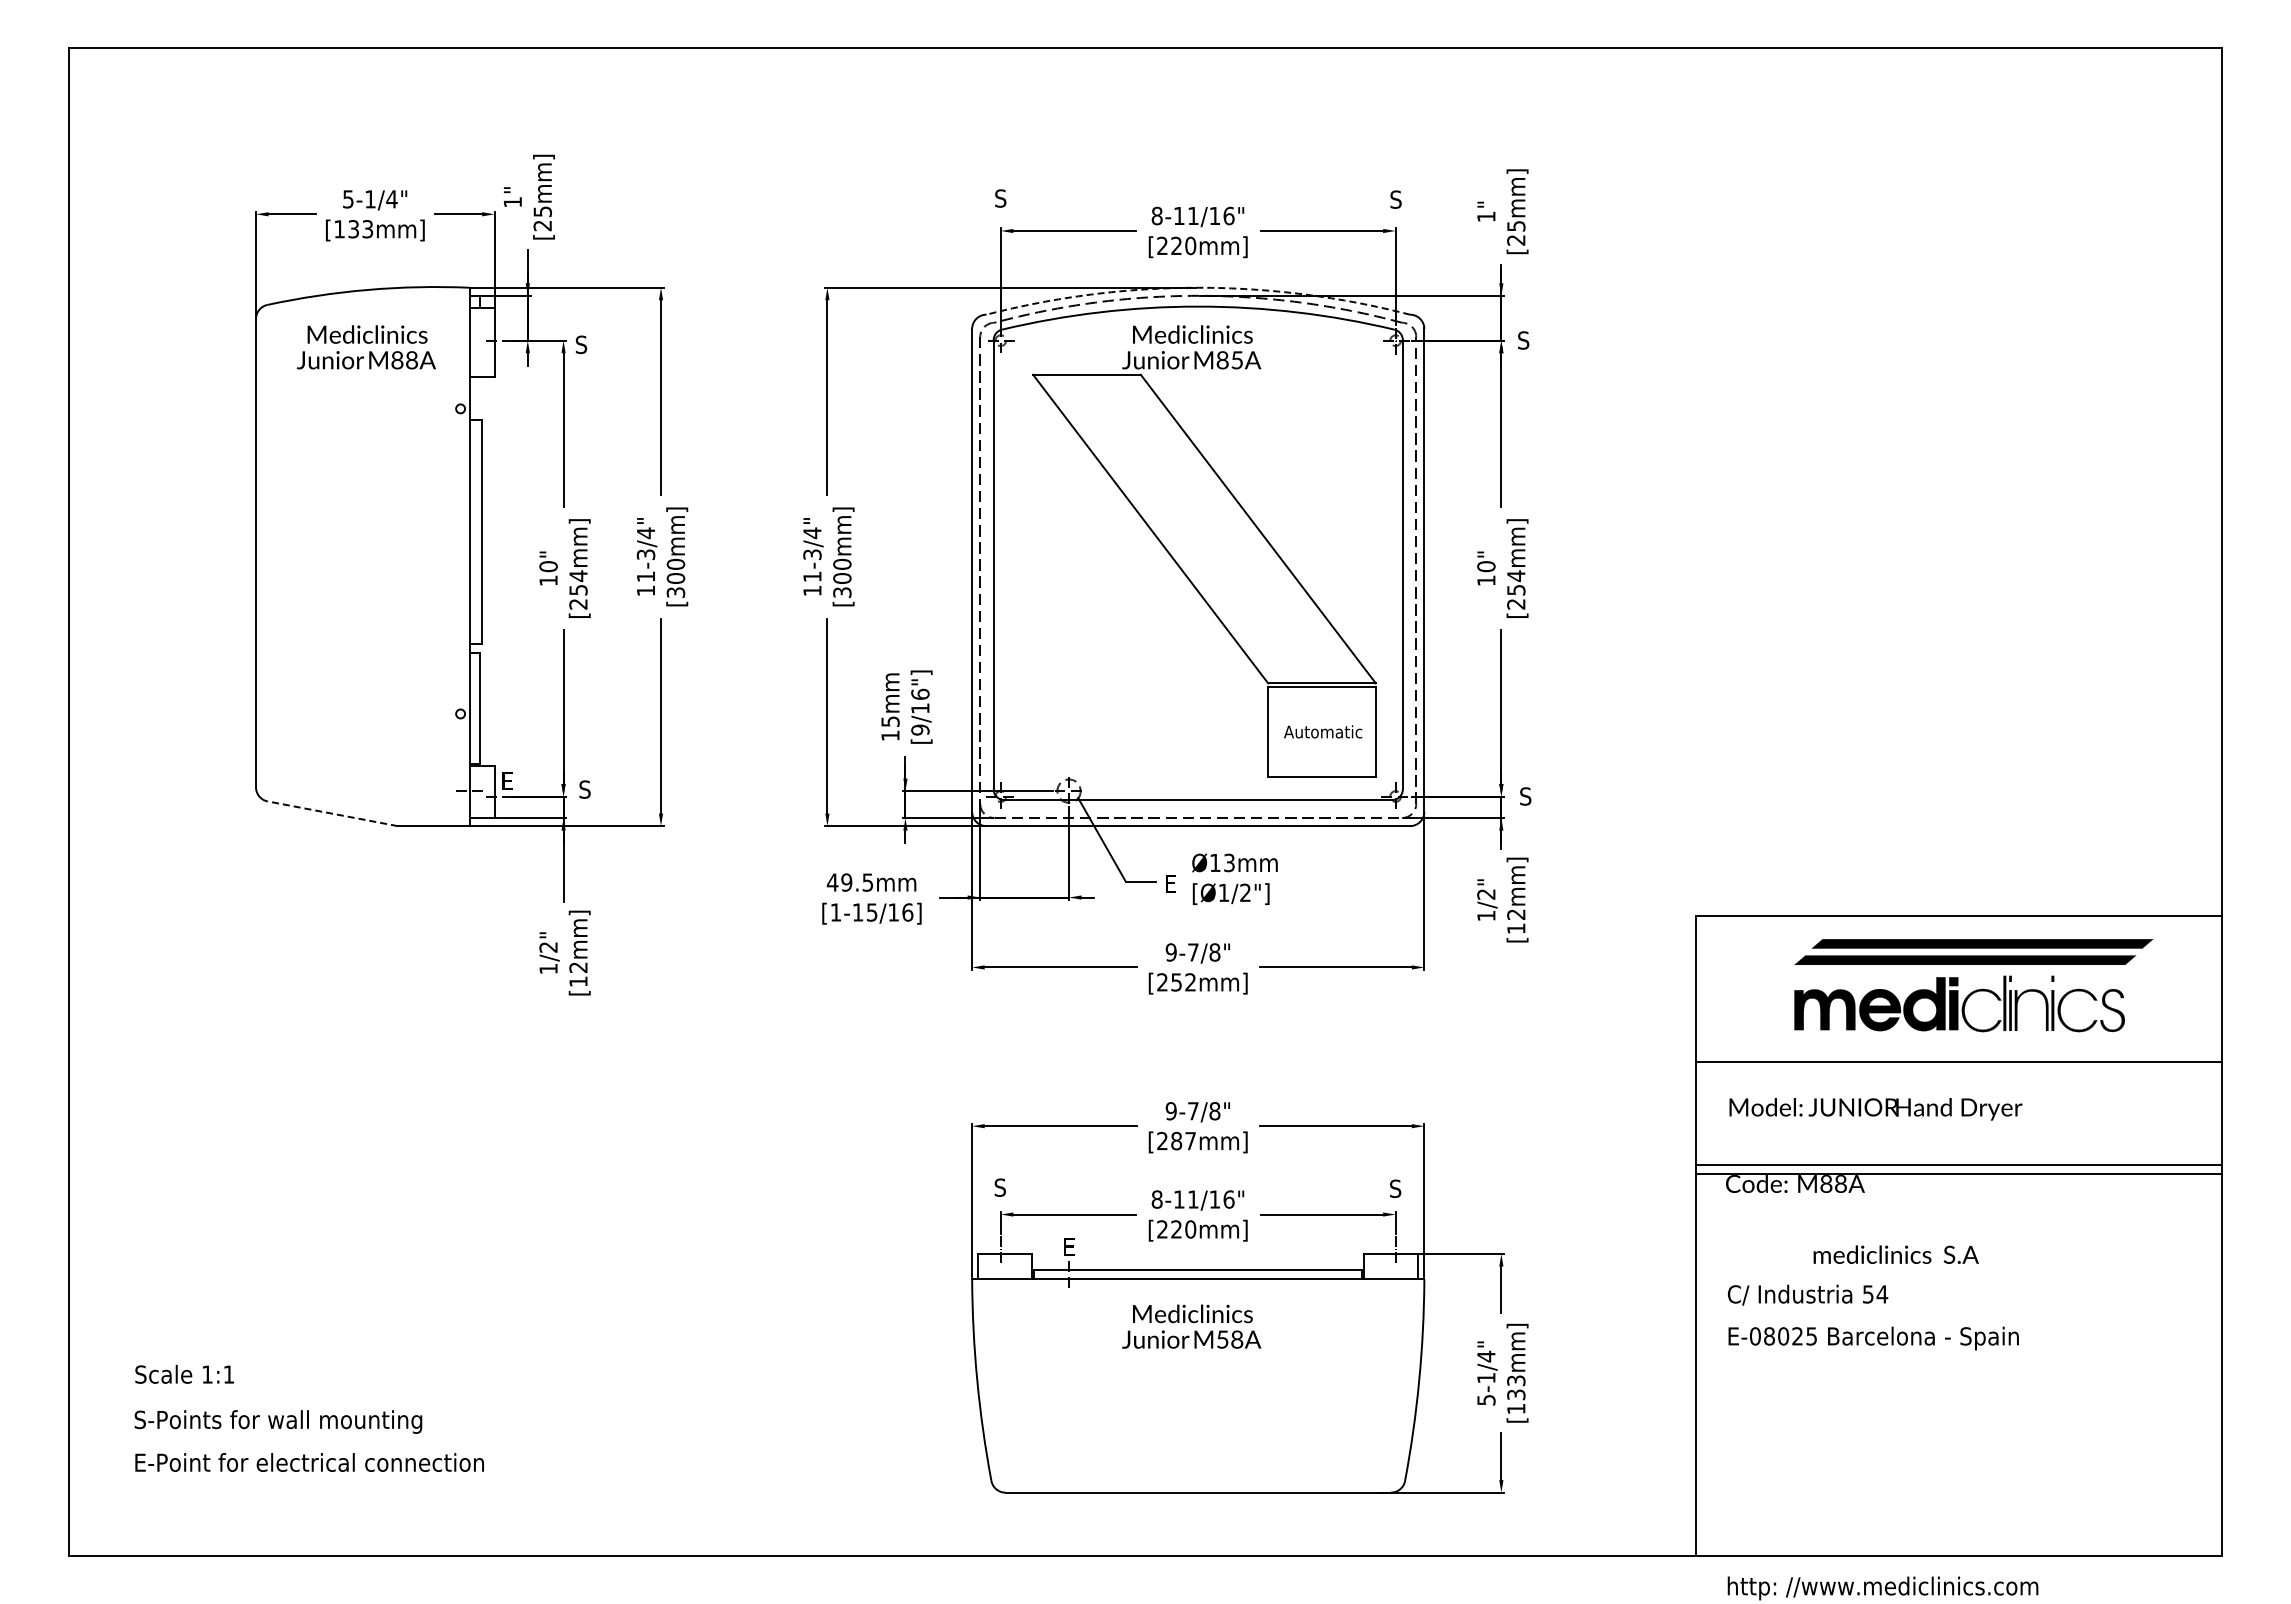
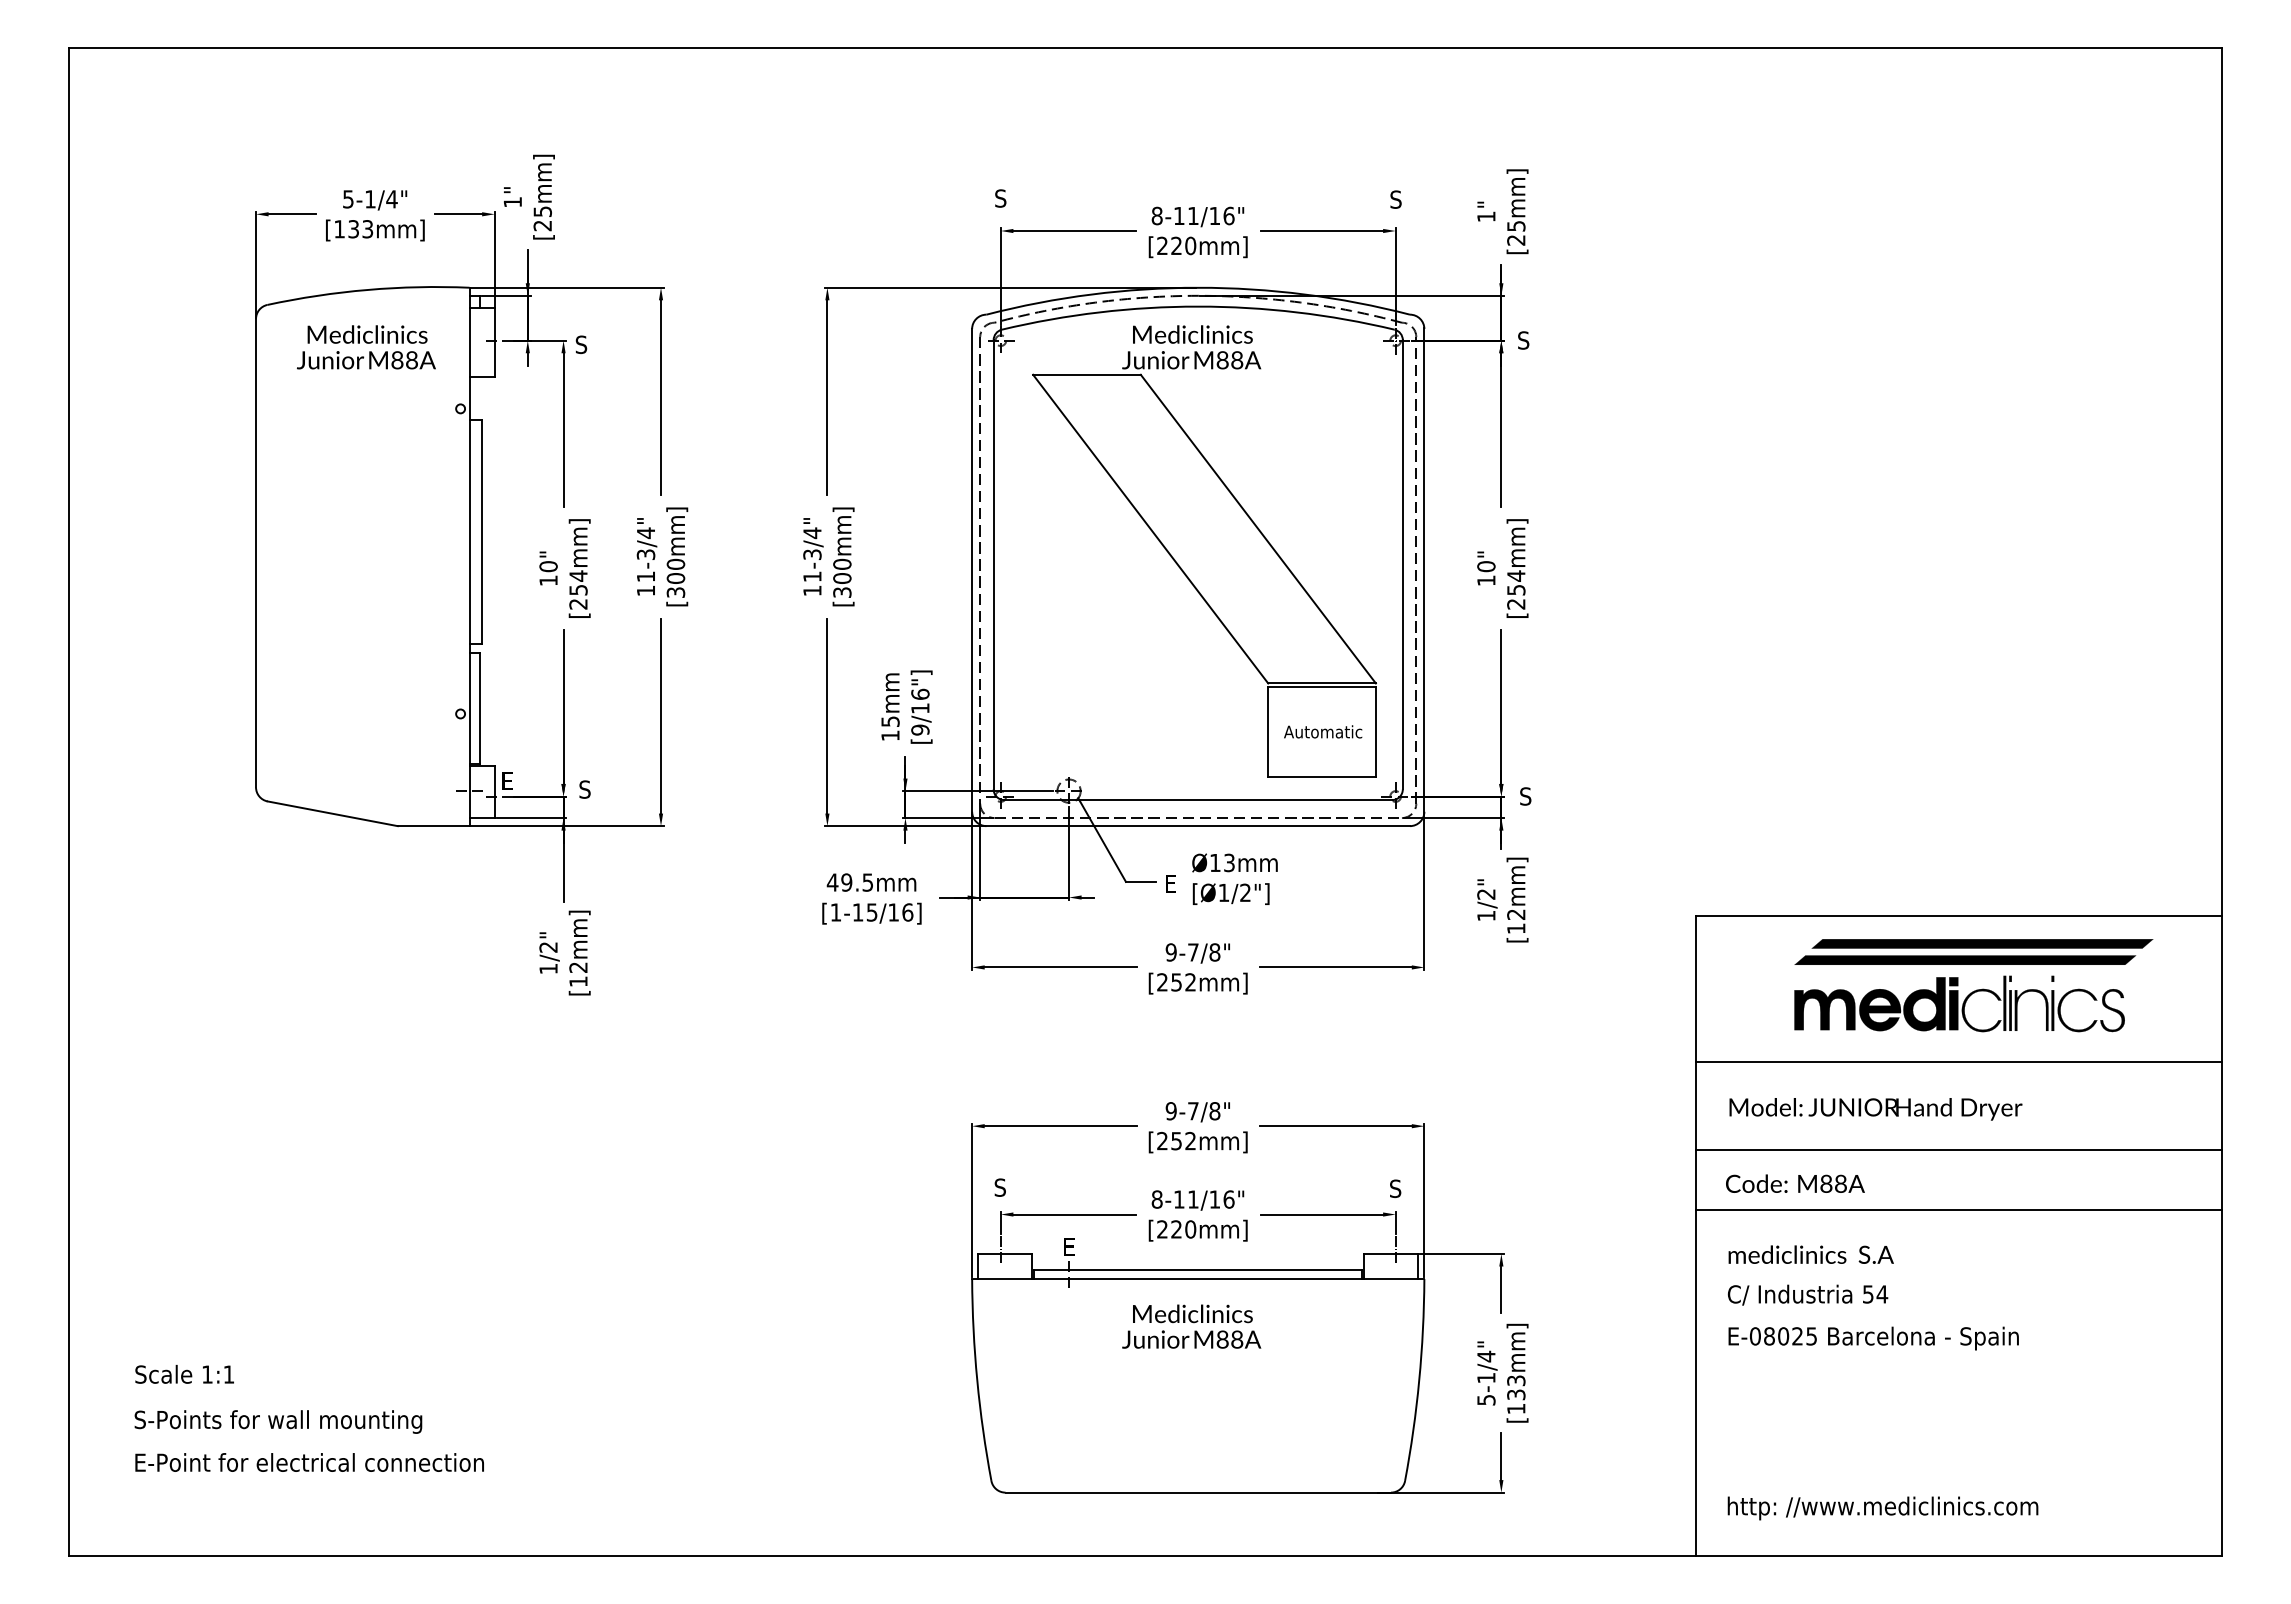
arc at (1198, 287): dashed -> solid
text at (1237, 360): M85A -> M88A
line at (332, 813): dashed -> solid
text at (1183, 1140): [287mm] -> [252mm]
line at (1958, 1165) position: (1958, 1165) -> (1958, 1150)
line at (1958, 1174) position: (1958, 1174) -> (1958, 1210)
text at (1895, 1254) position: (1895, 1254) -> (1810, 1254)
text at (1222, 1339): M58A -> M88A
text at (1882, 1588) position: (1882, 1588) -> (1882, 1508)
